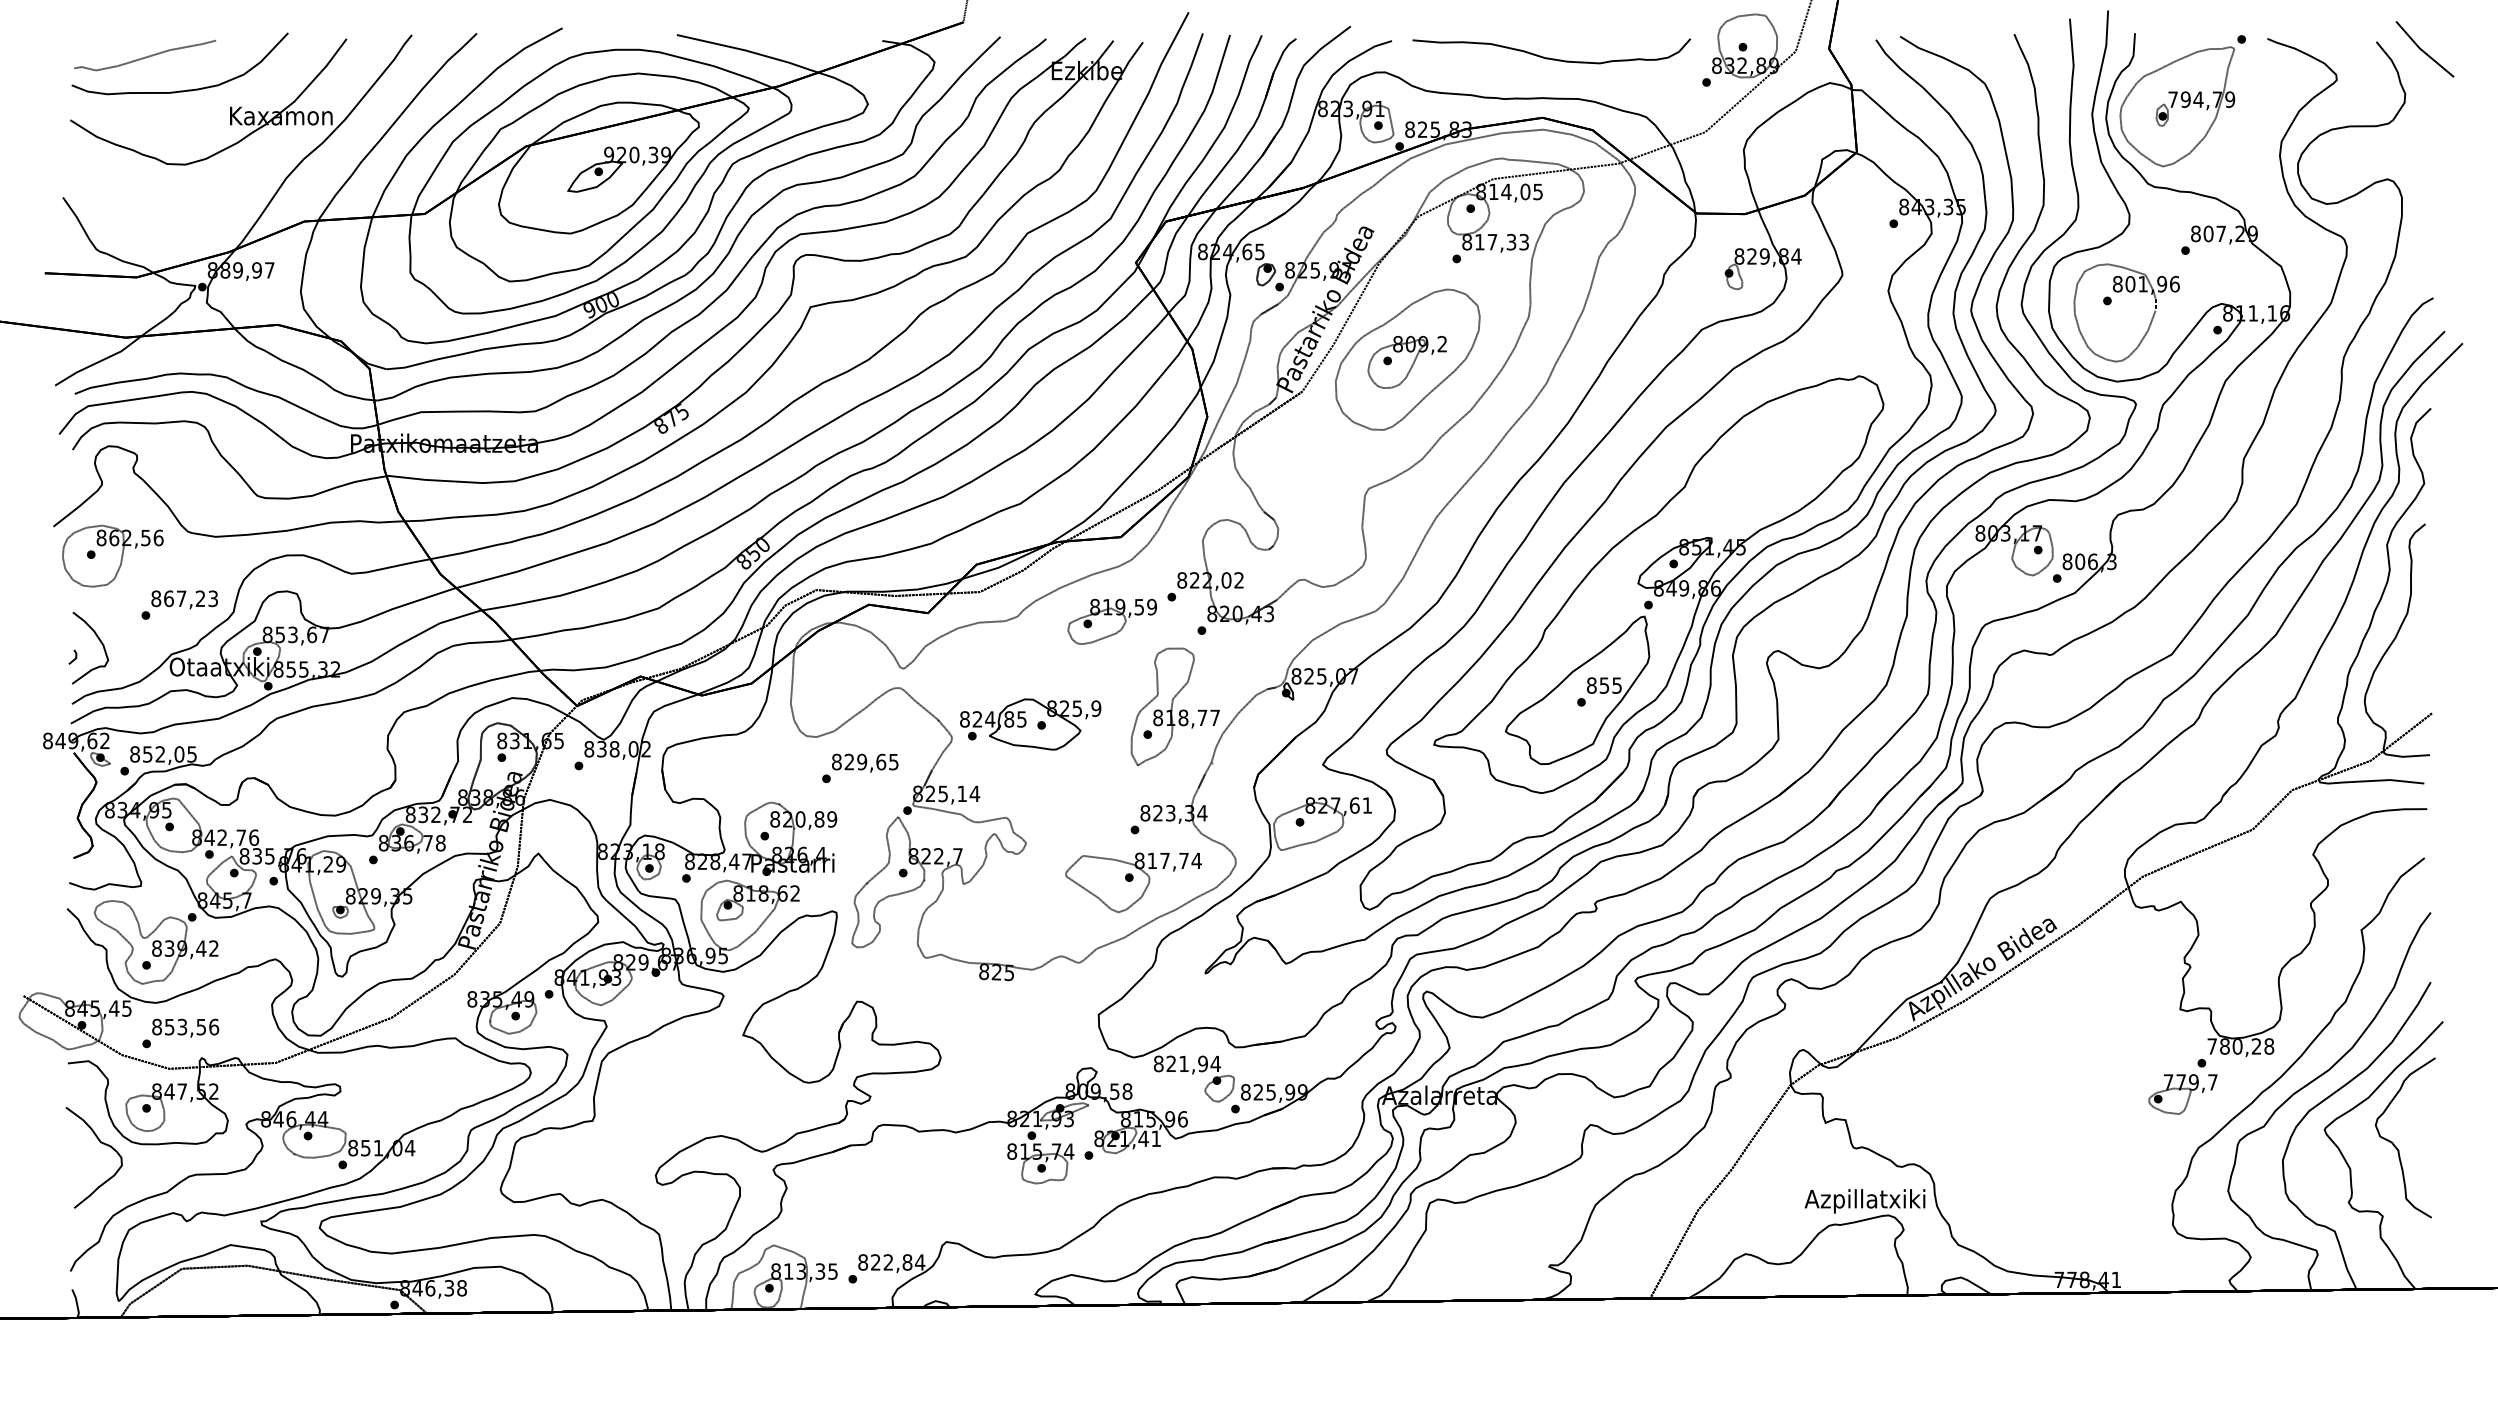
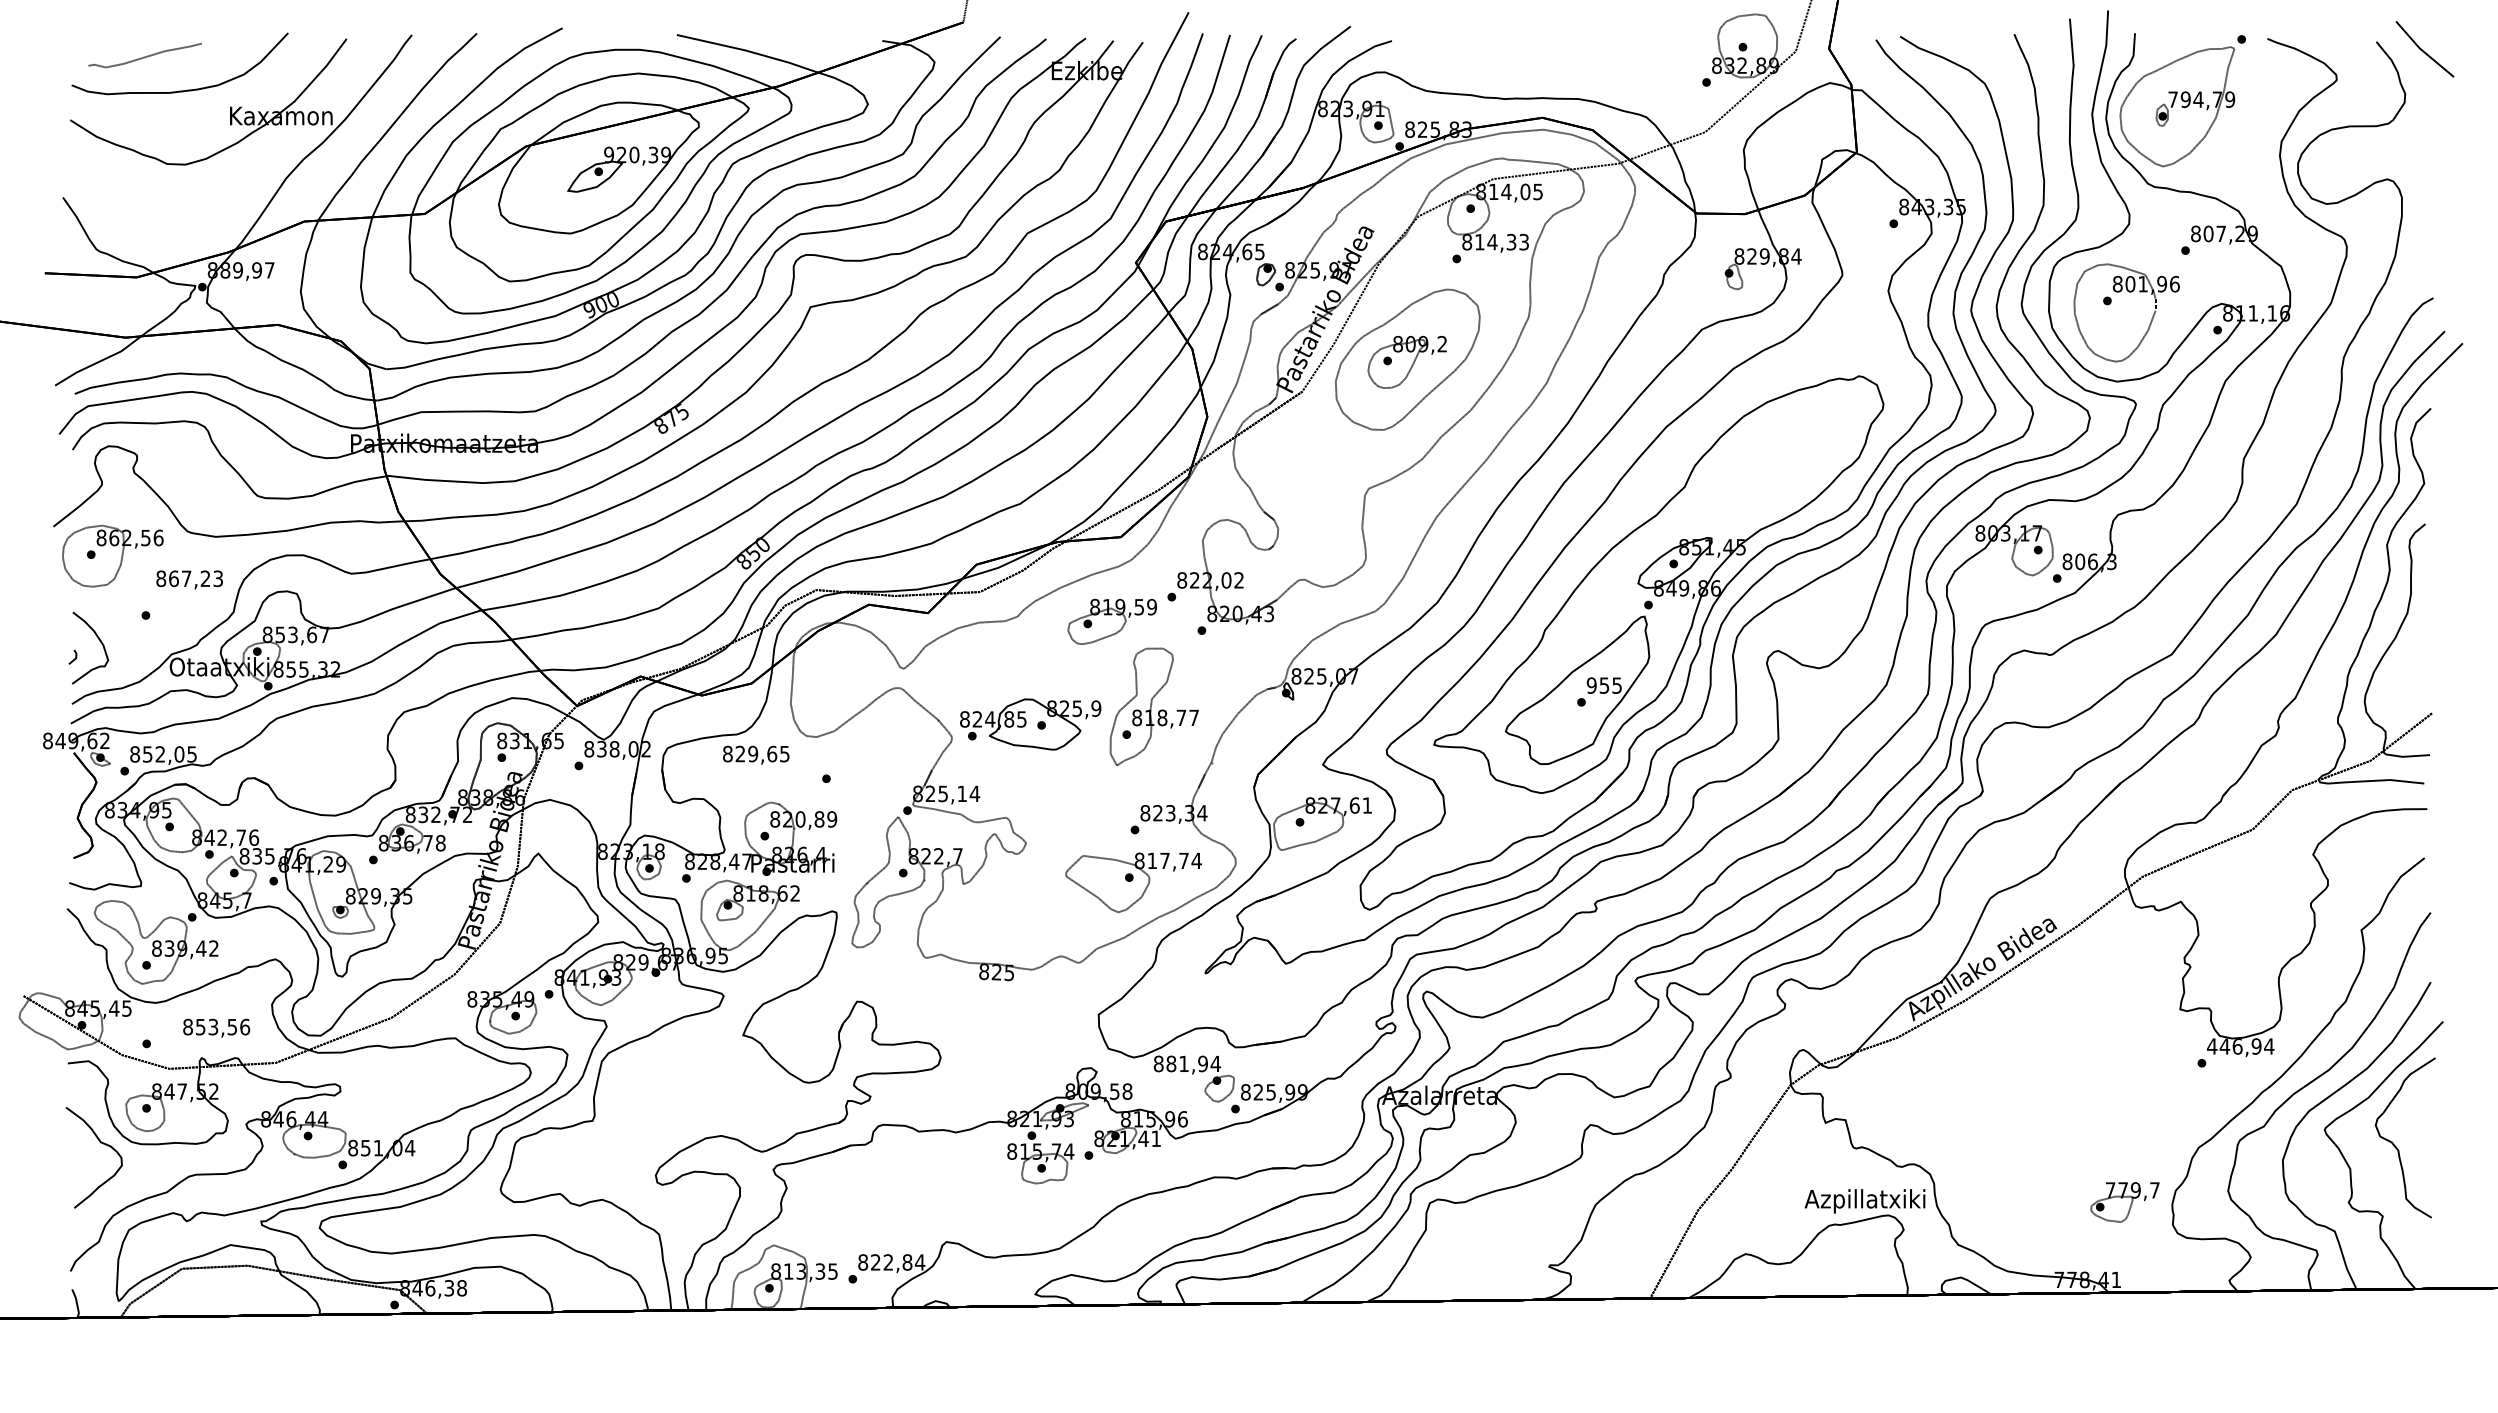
part at (145, 55) size: 143x33 px -> 114x27 px
curve at (1549, 57): present -> none
text at (1492, 242): 817,33 -> 814,33
text at (184, 599) position: (184, 599) -> (189, 579)
text at (1591, 685): 855 -> 955
part at (1174, 706) position: (1174, 706) -> (1153, 706)
text at (865, 762) position: (865, 762) -> (756, 754)
text at (185, 1027) position: (185, 1027) -> (216, 1027)
text at (2240, 1046): 780,28 -> 446,94
text at (1171, 1063): 821,94 -> 881,94
part at (2182, 1094) position: (2182, 1094) -> (2124, 1202)
